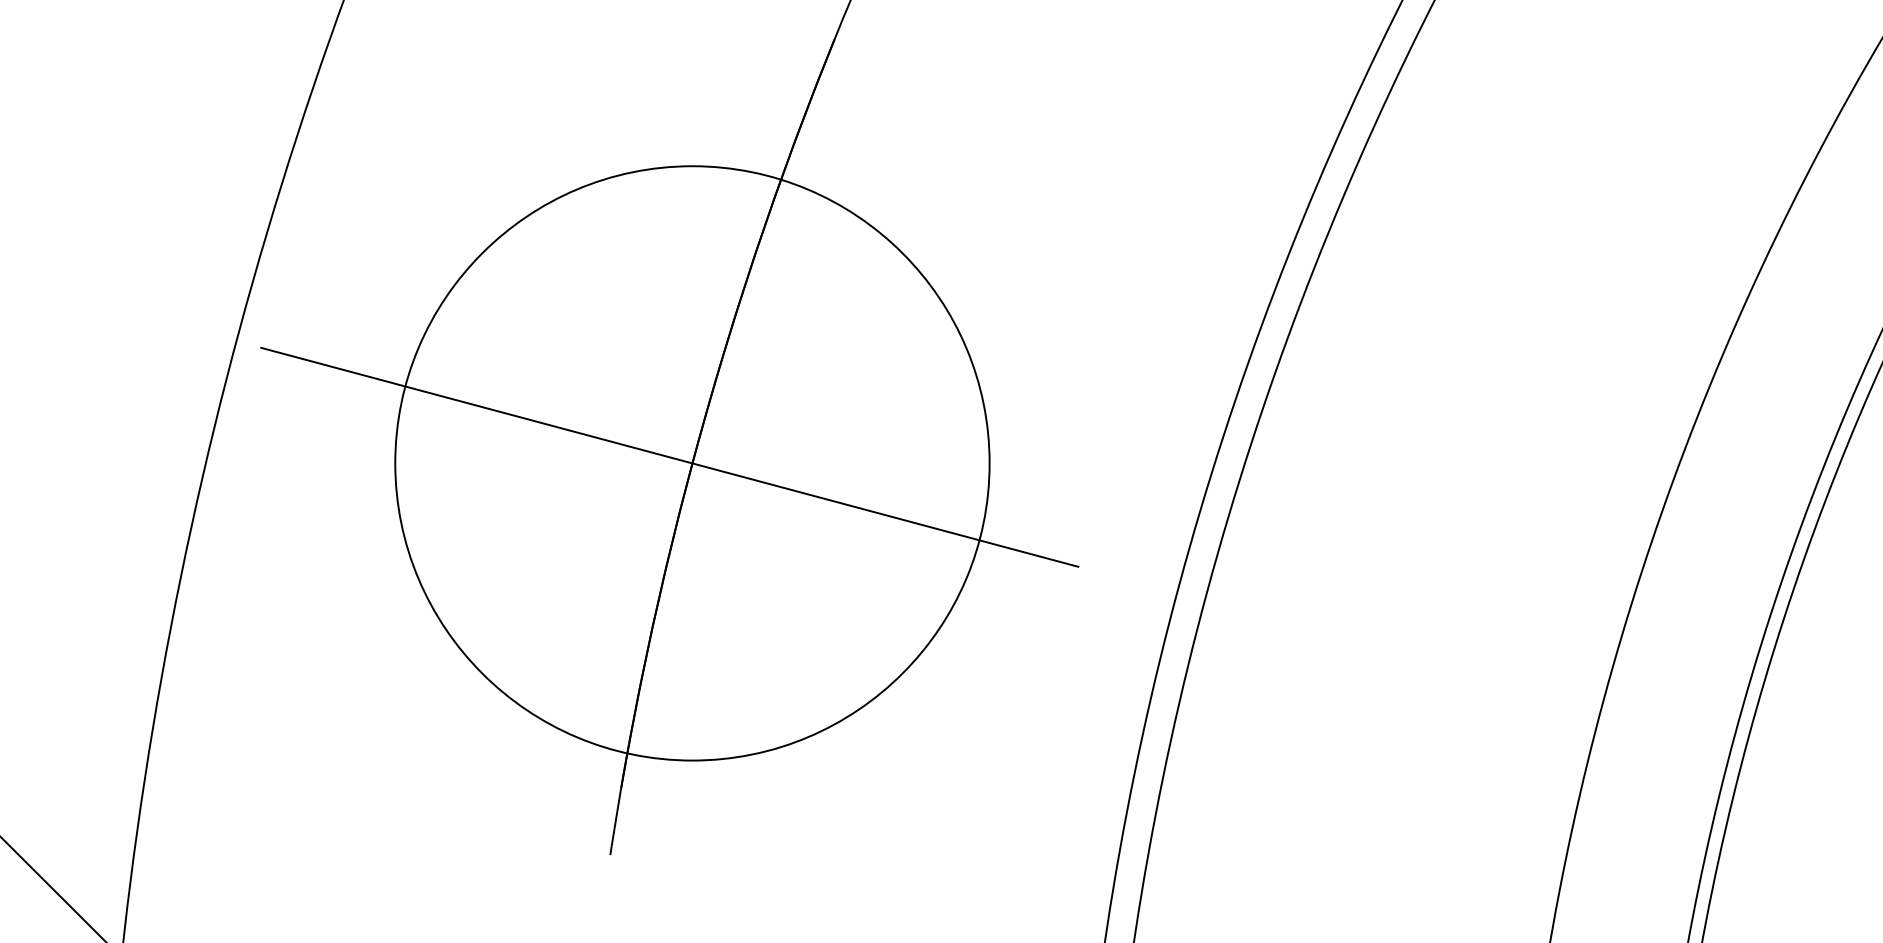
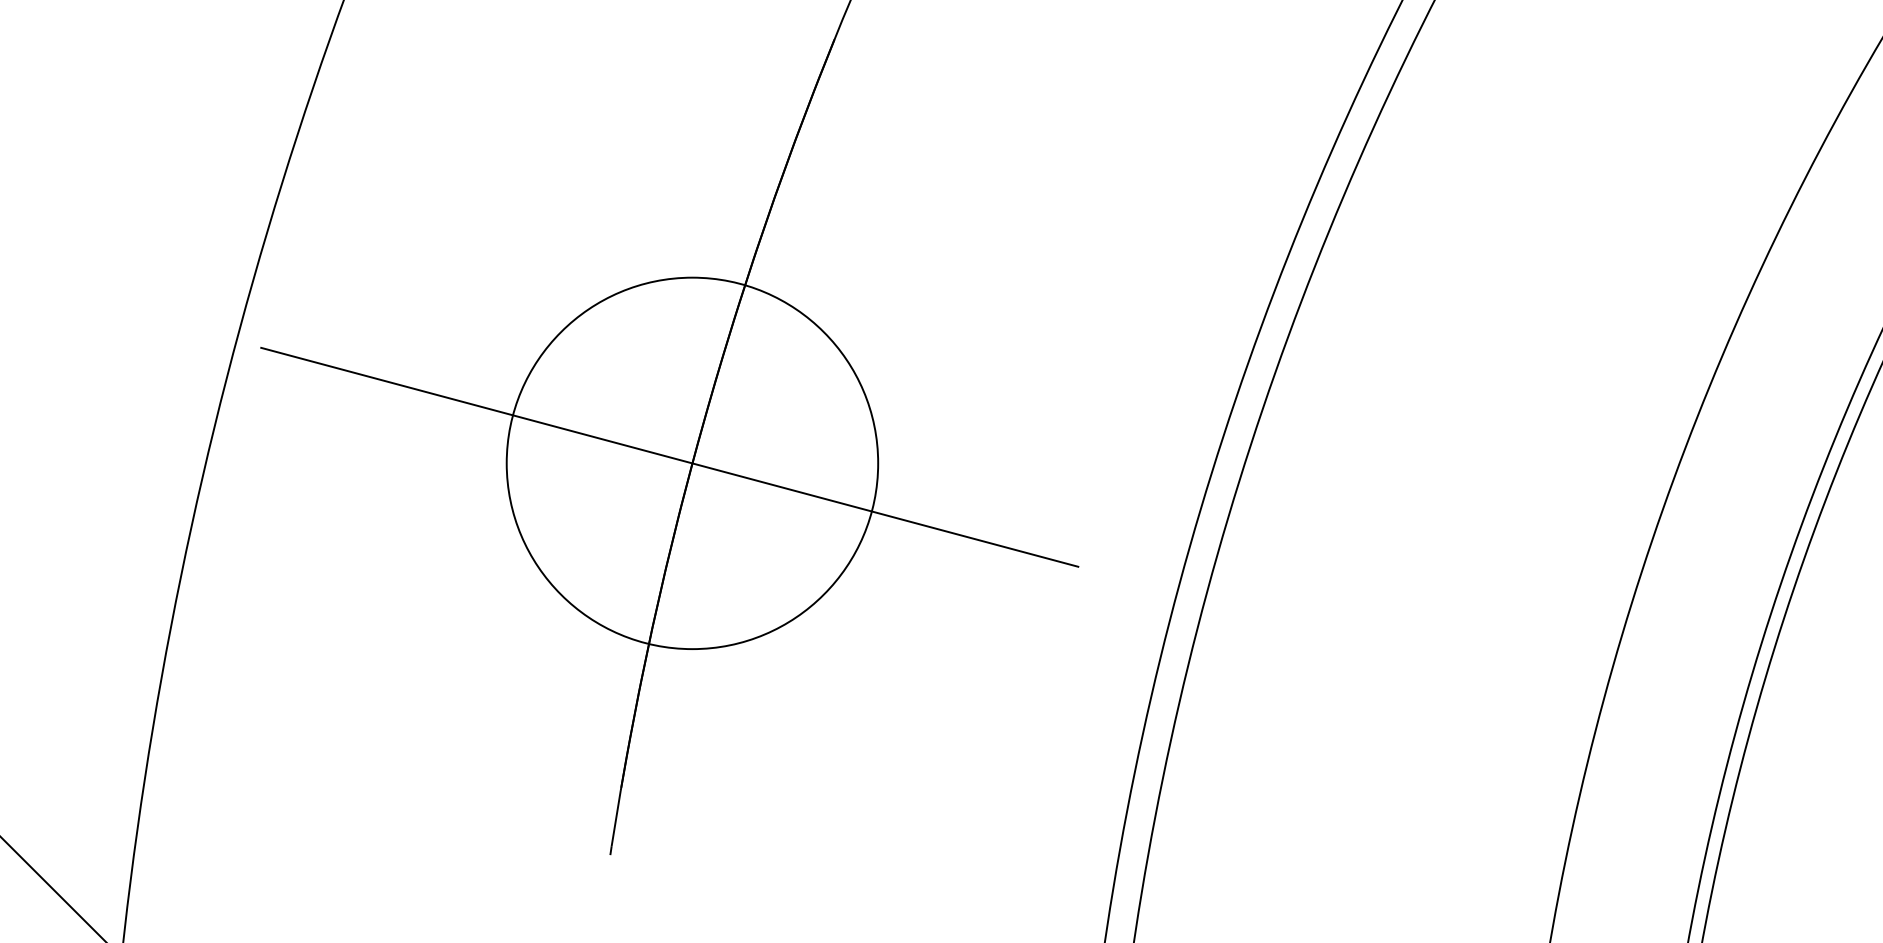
circle at (692, 463) diameter: 594 px -> 371 px
